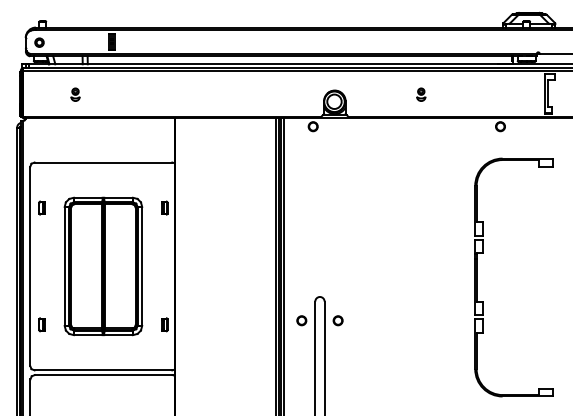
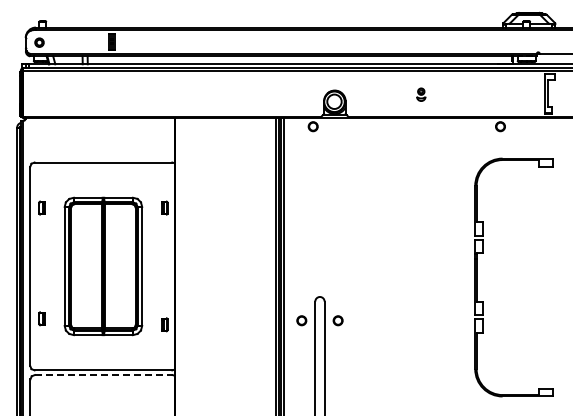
part at (75, 94): present -> none
part at (41, 324) position: (41, 324) -> (41, 318)
line at (103, 375): solid -> dashed
